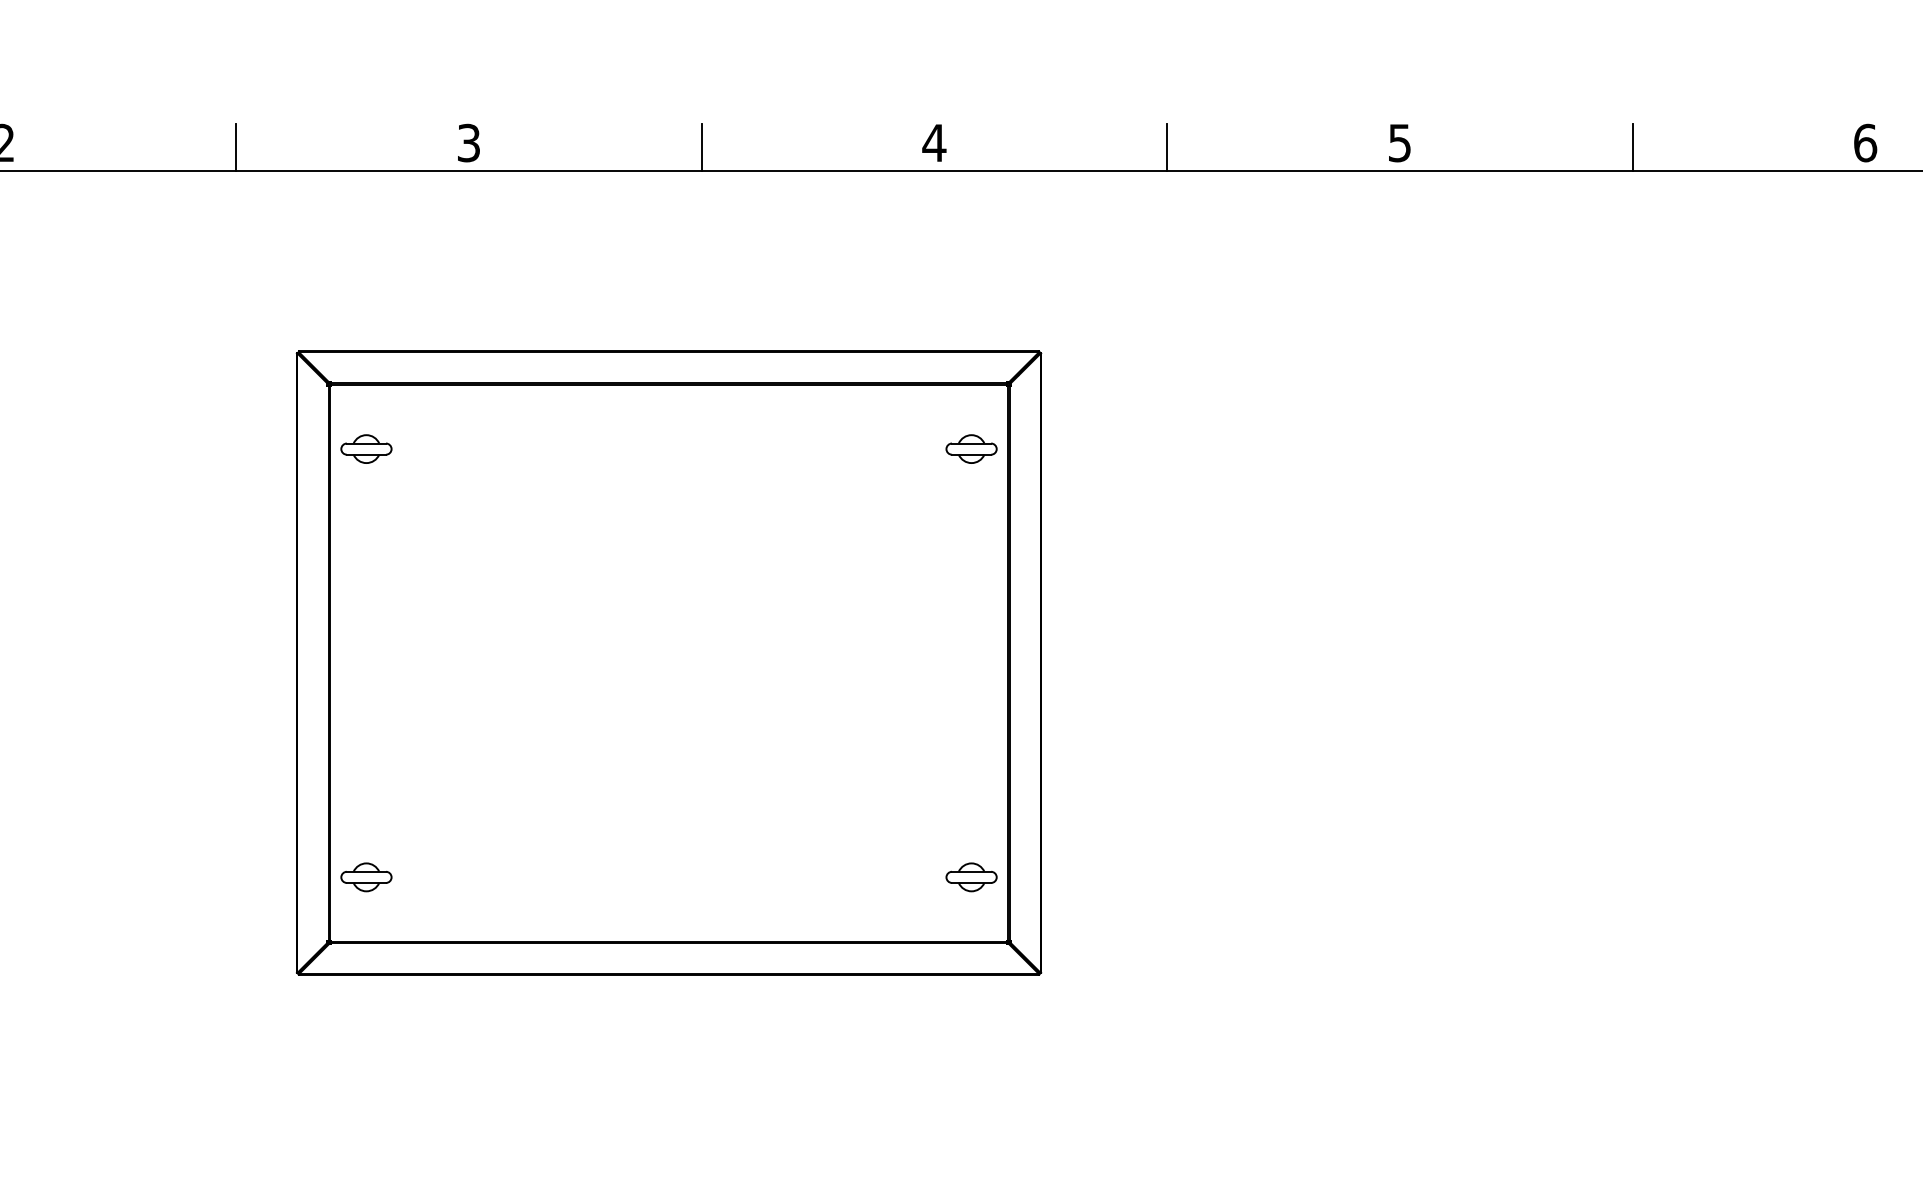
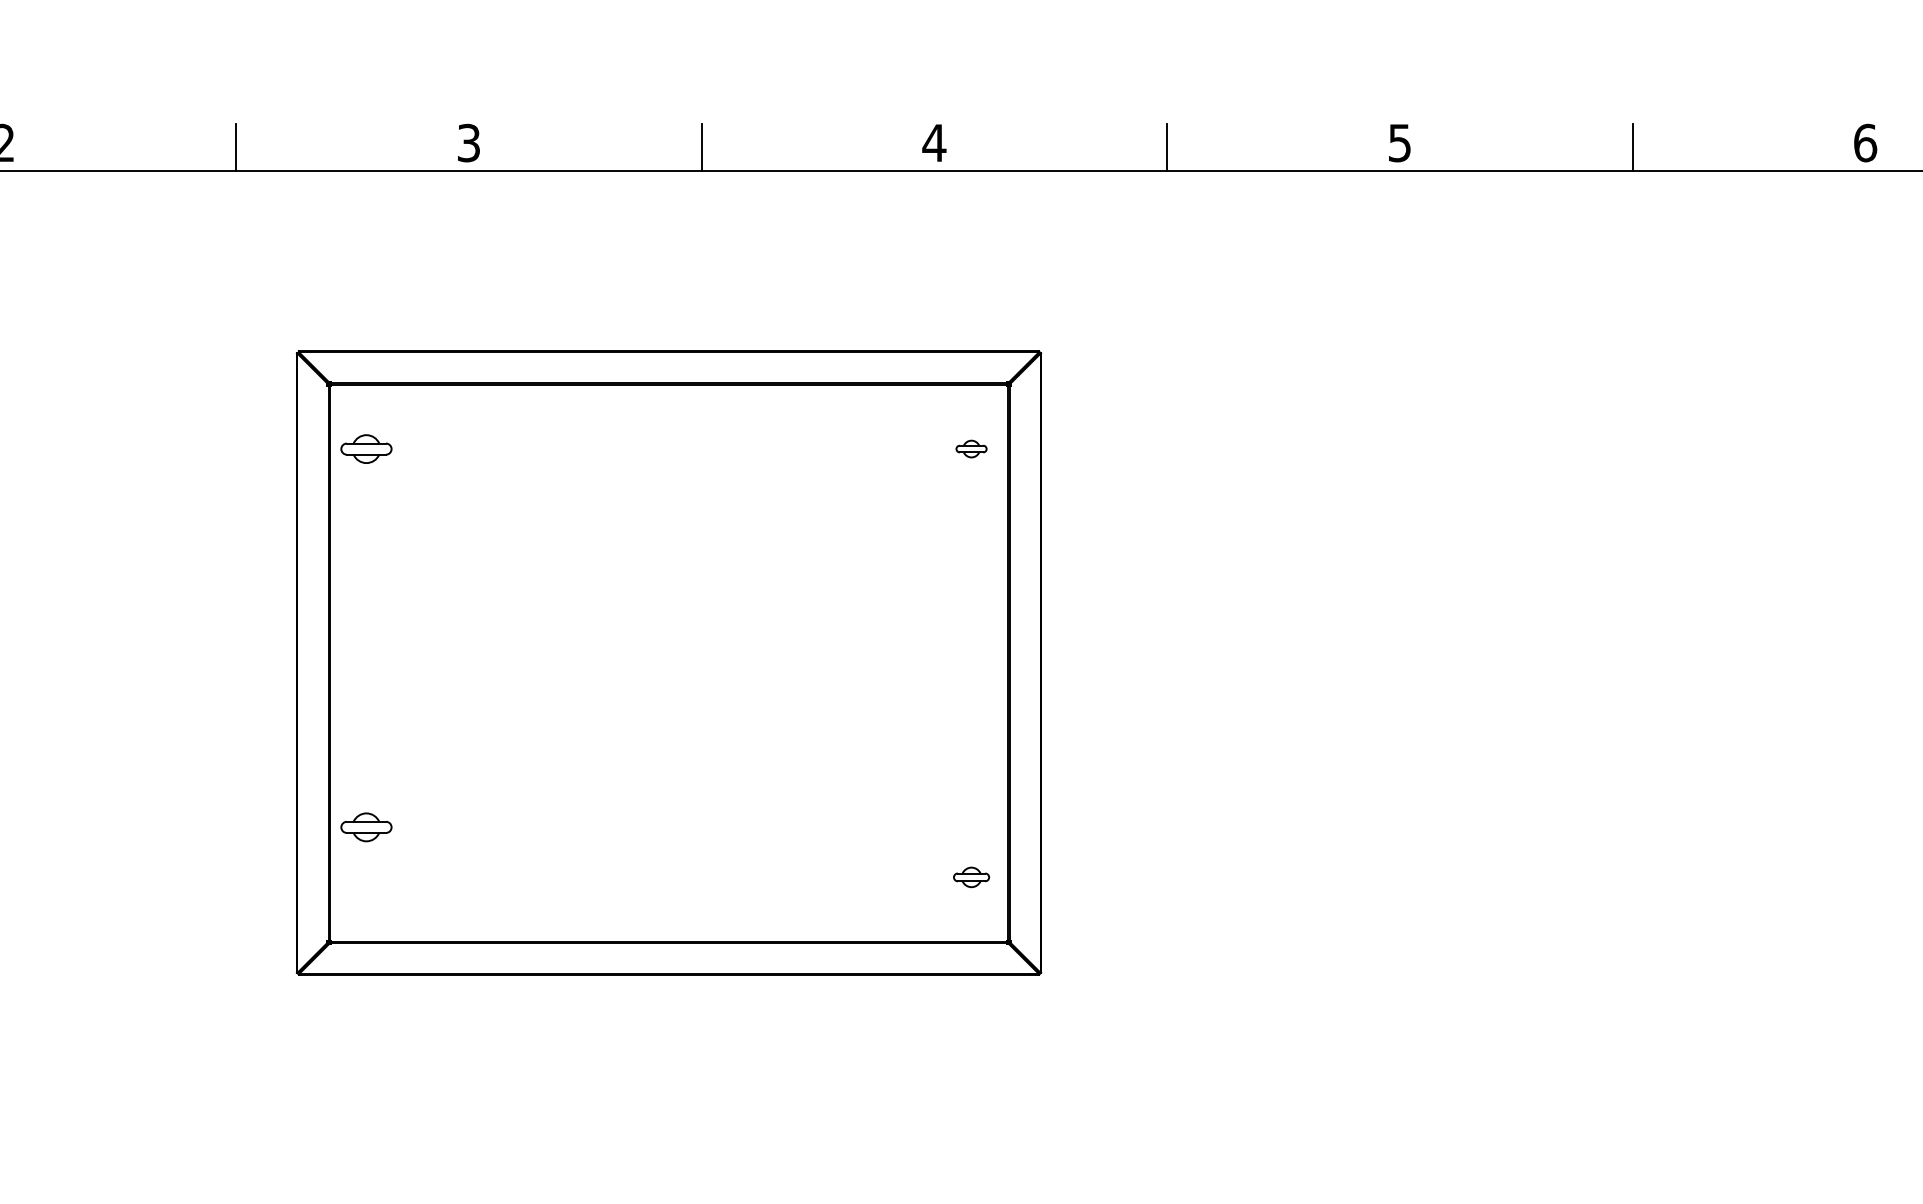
part at (971, 448) size: 53x30 px -> 33x20 px
part at (366, 877) position: (366, 877) -> (366, 827)
part at (971, 877) size: 53x31 px -> 37x23 px
